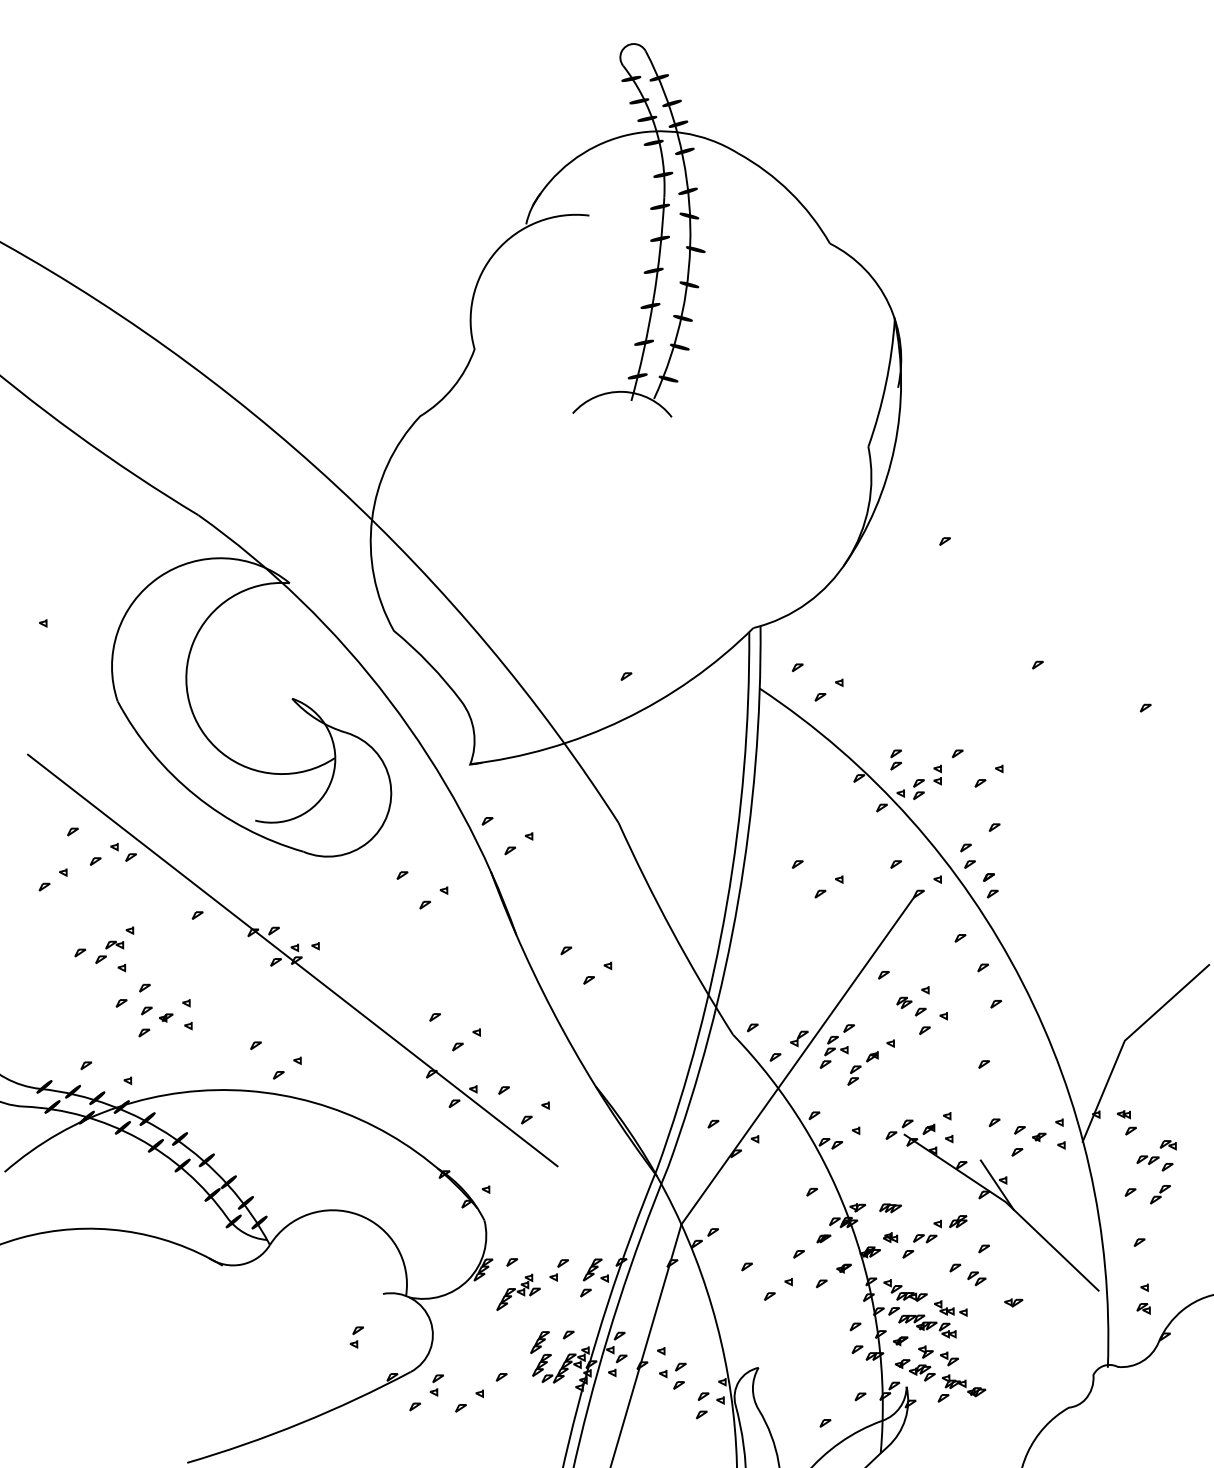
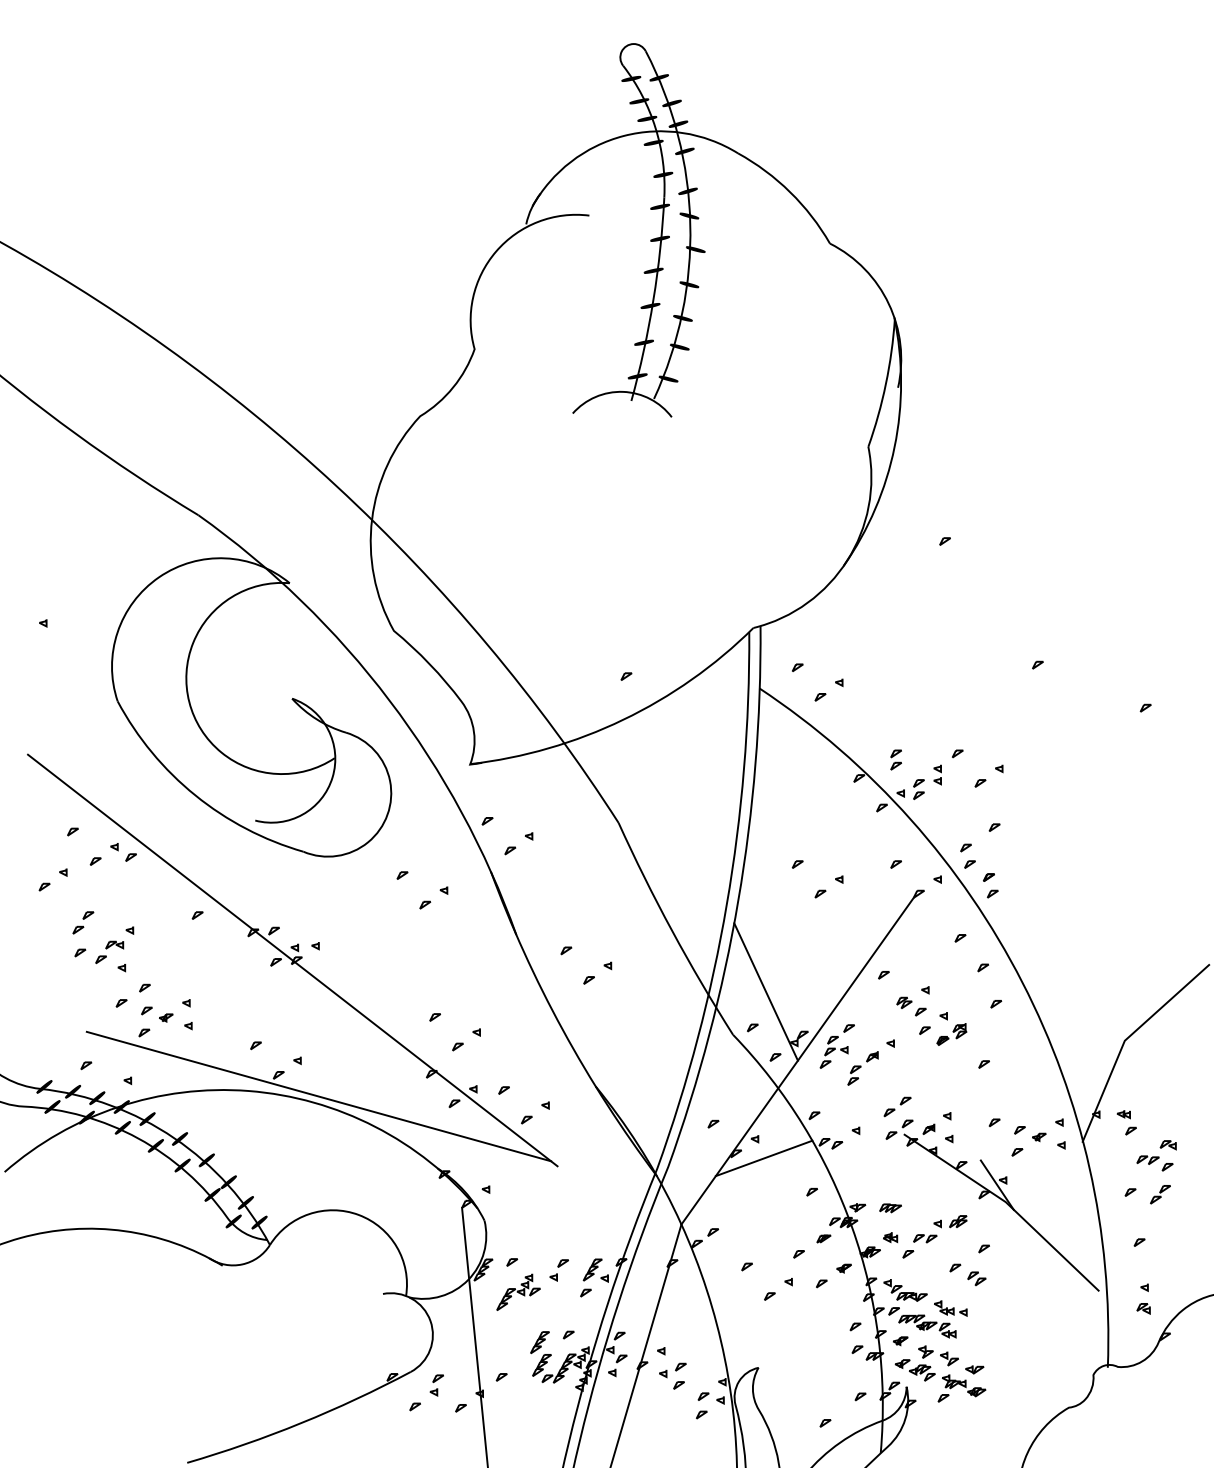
part at (83, 922): none -> present
line at (765, 991): none -> present
part at (951, 1034): none -> present
line at (318, 1096): none -> present
part at (897, 1106): none -> present
line at (763, 1158): none -> present
part at (1013, 1302) position: (1013, 1302) -> (974, 1369)
line at (474, 1335): none -> present
part at (356, 1337): present -> none
